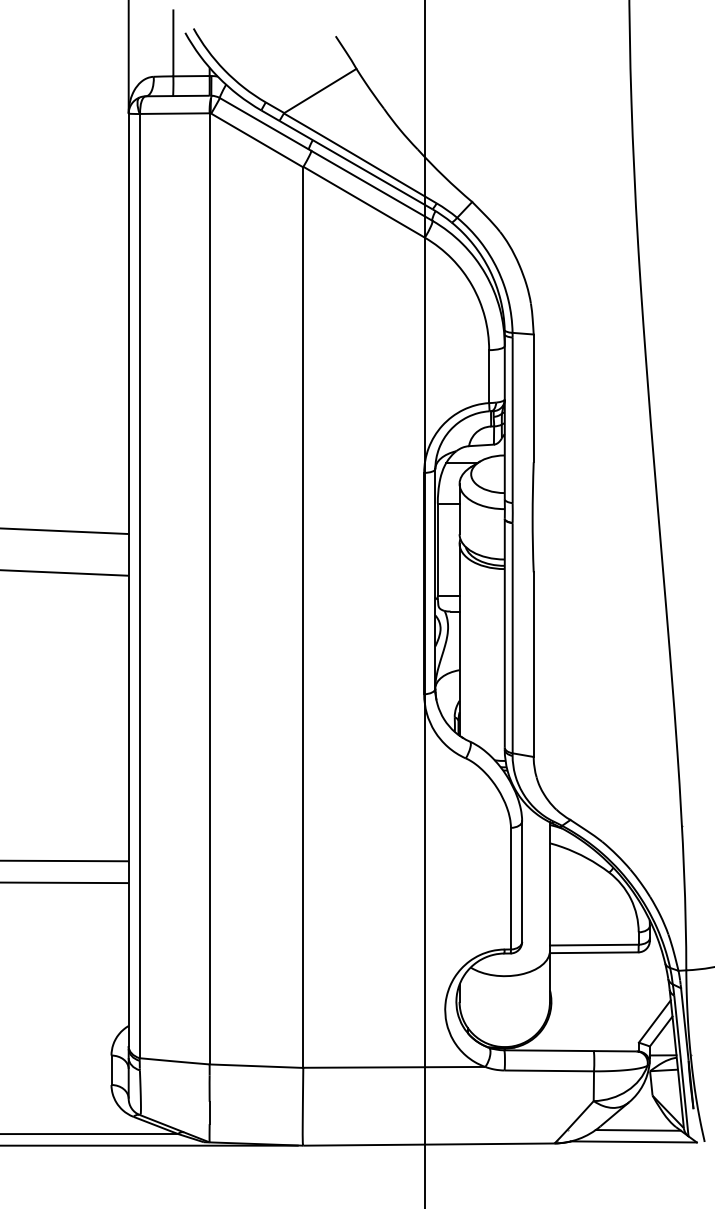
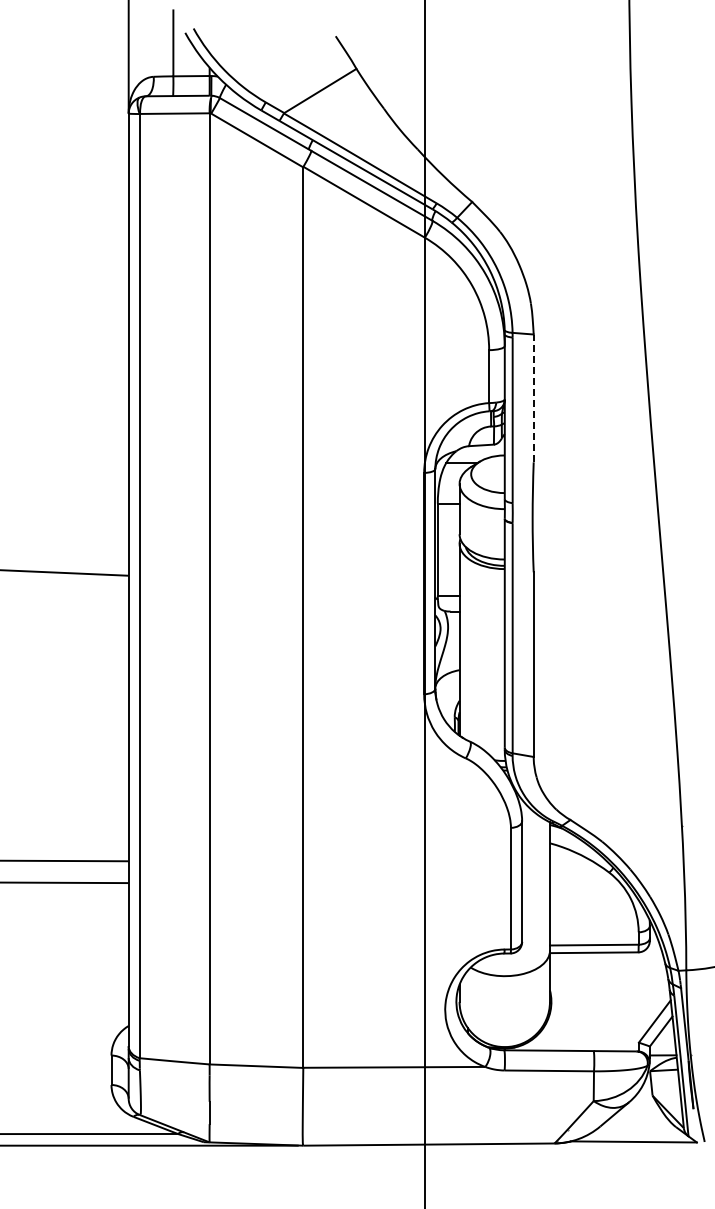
line at (533, 398): solid -> dashed
line at (65, 531): present -> none
line at (638, 1130): present -> none
